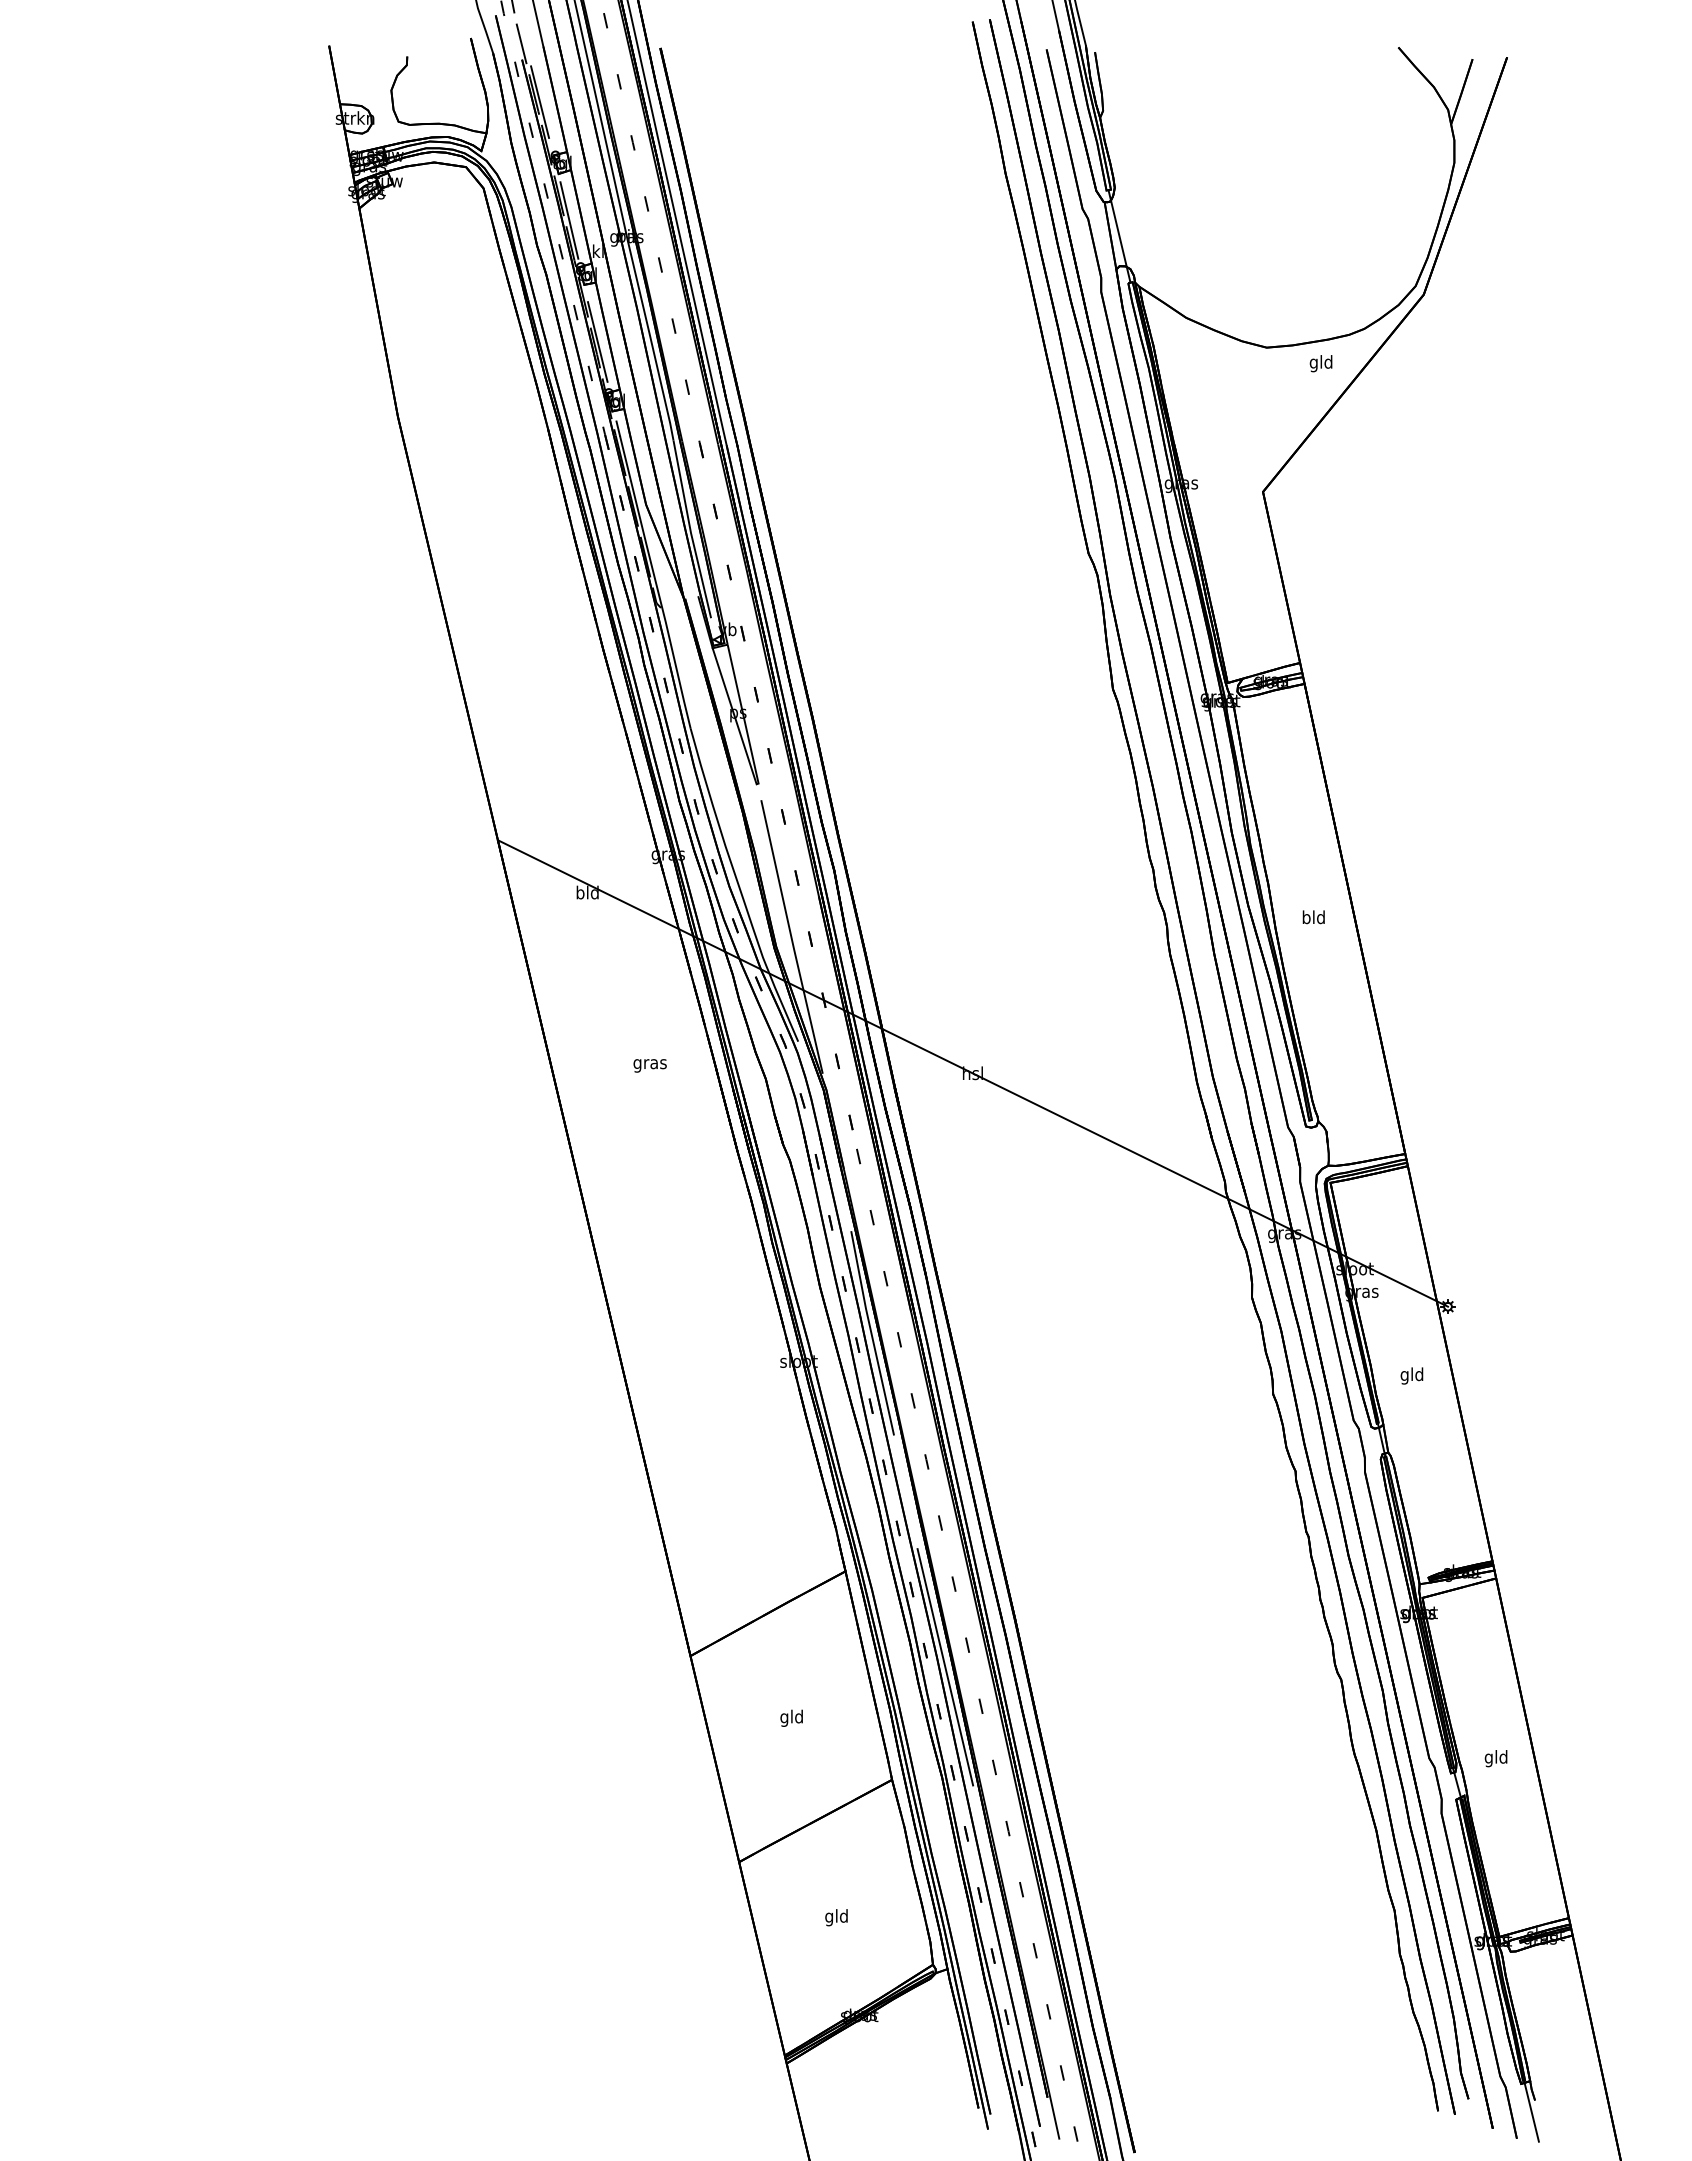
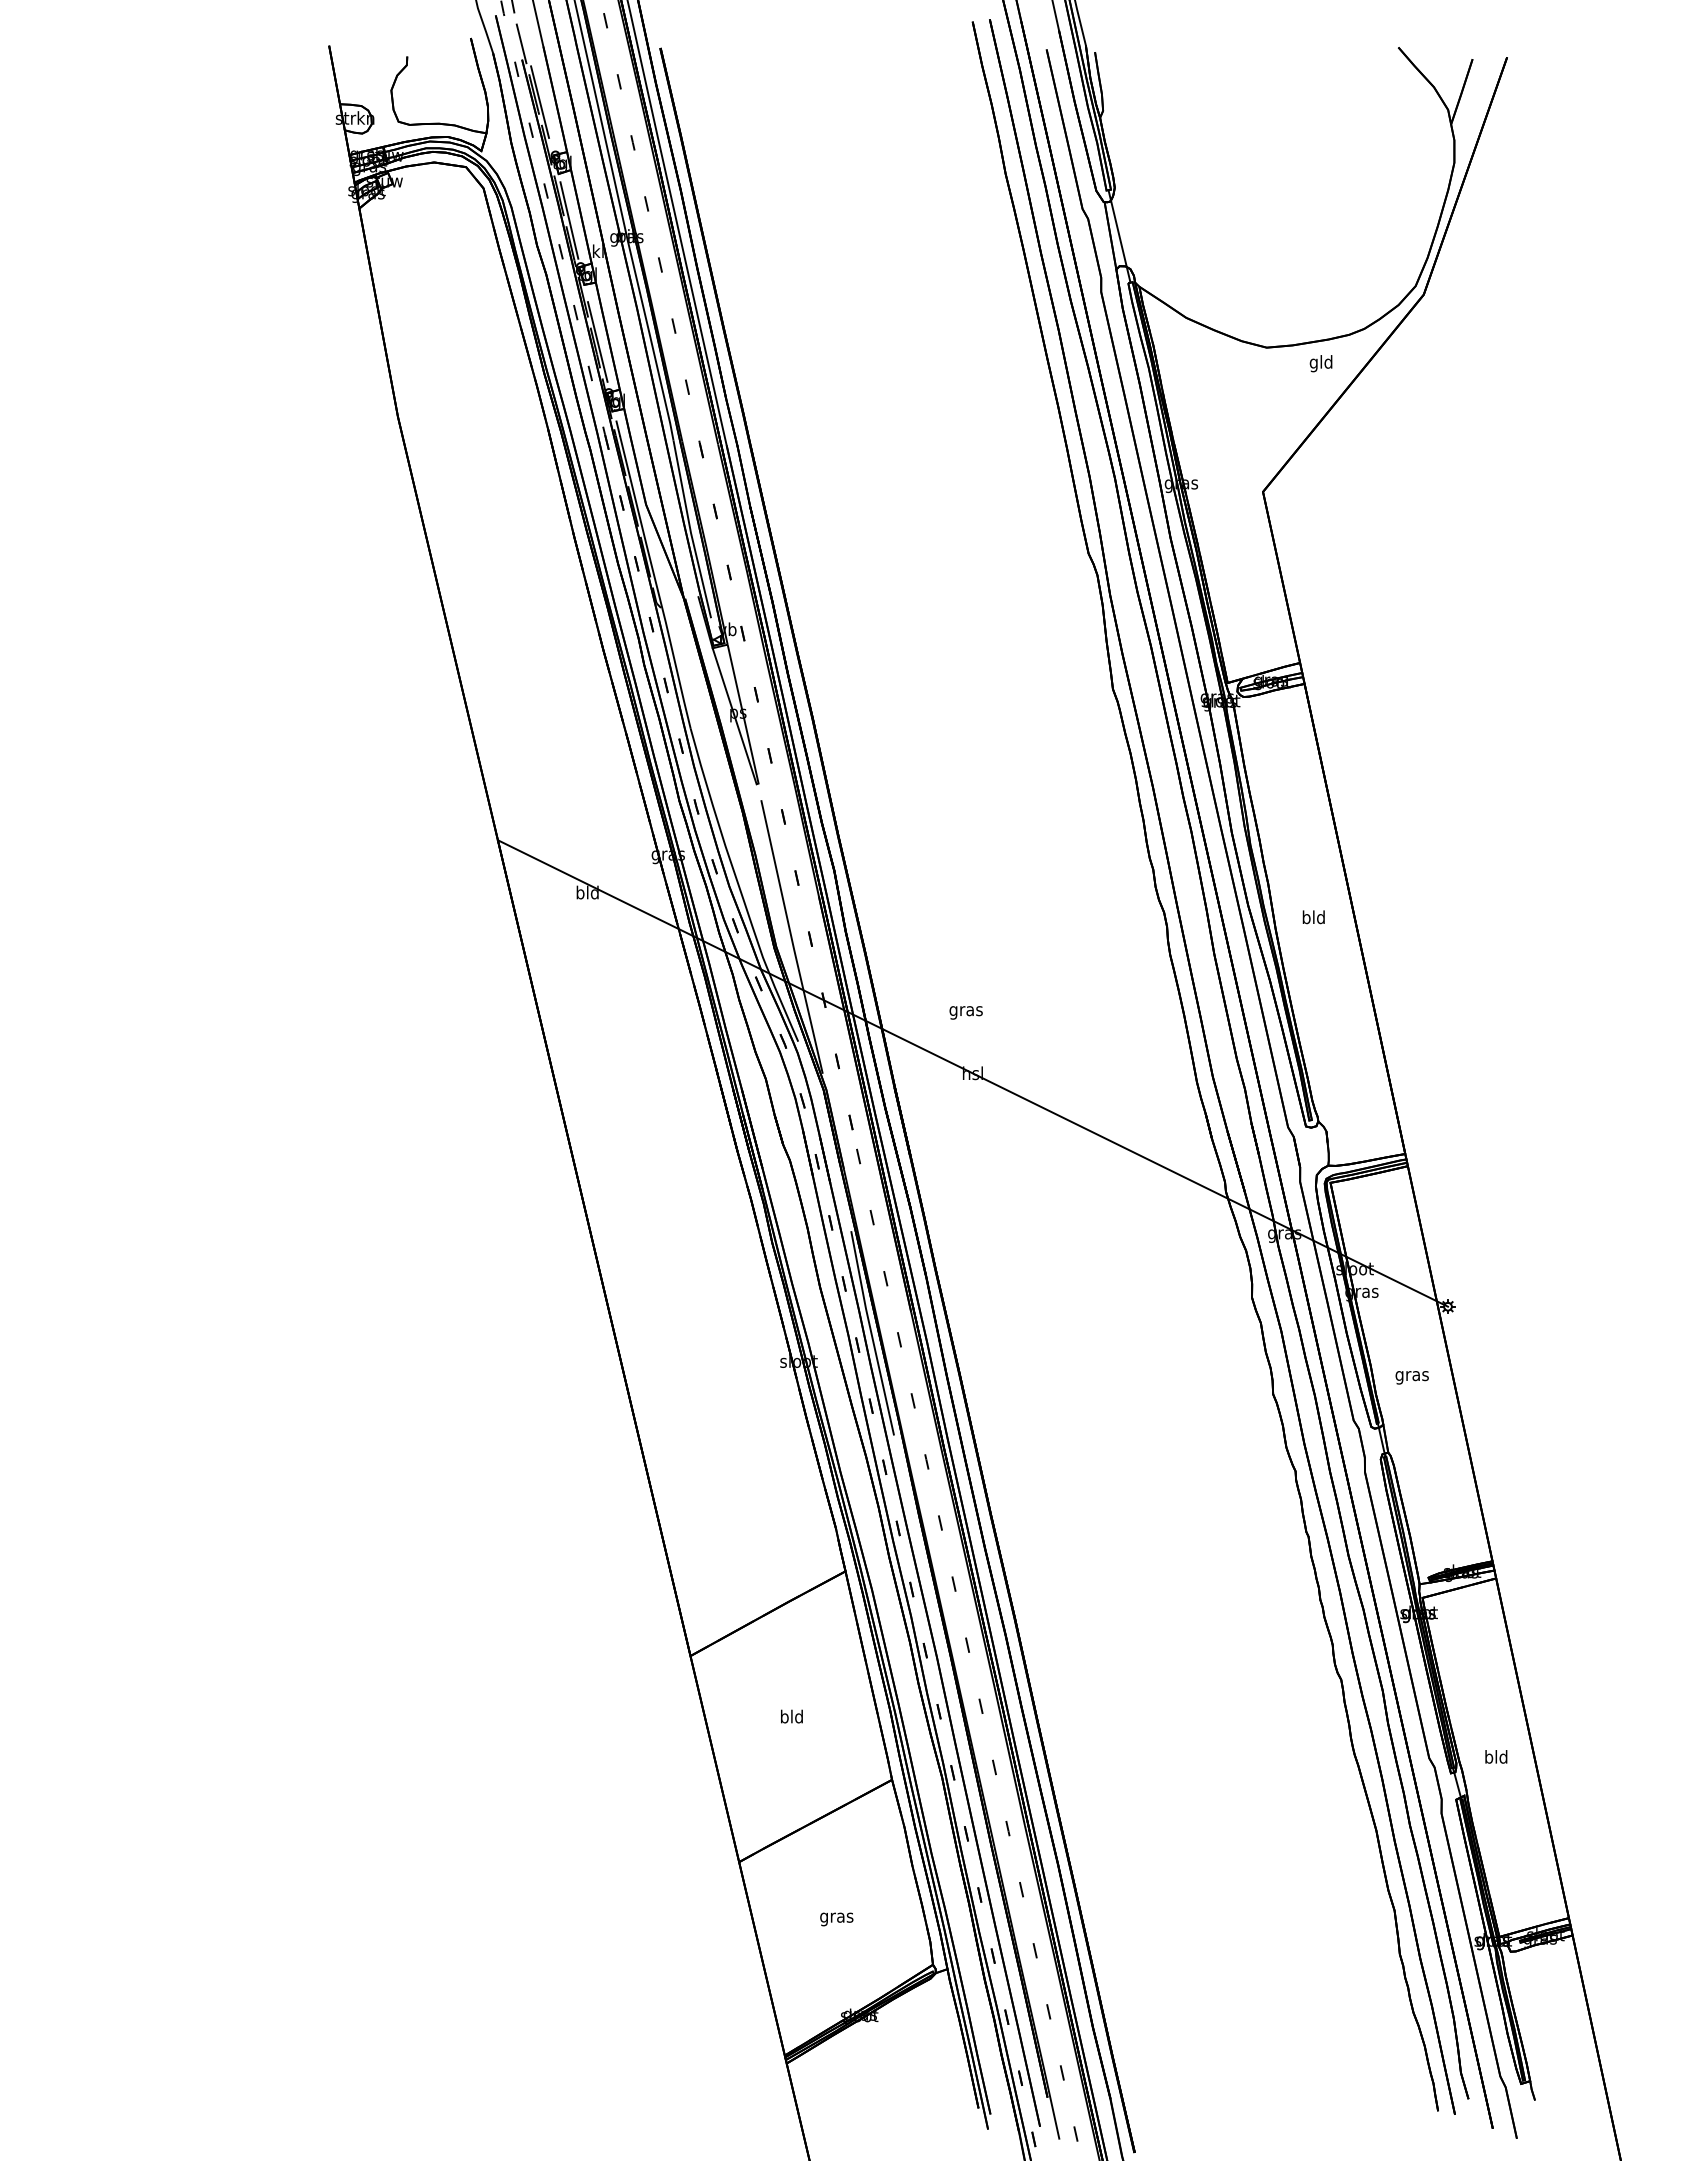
text at (649, 1065) position: (649, 1065) -> (965, 1012)
text at (1411, 1375): gld -> gras
line at (945, 1667): present -> none
text at (784, 1717): gld -> bld
text at (1488, 1758): gld -> bld
text at (836, 1917): gld -> gras
line at (1531, 2110): present -> none
